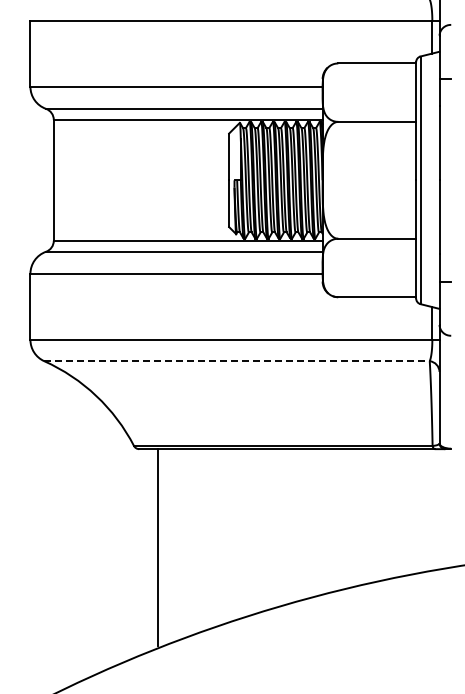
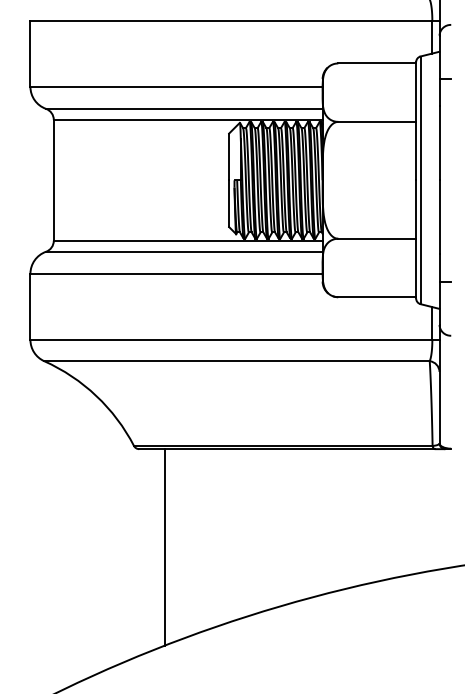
line at (237, 361): dashed -> solid
line at (157, 547) position: (157, 547) -> (164, 547)
